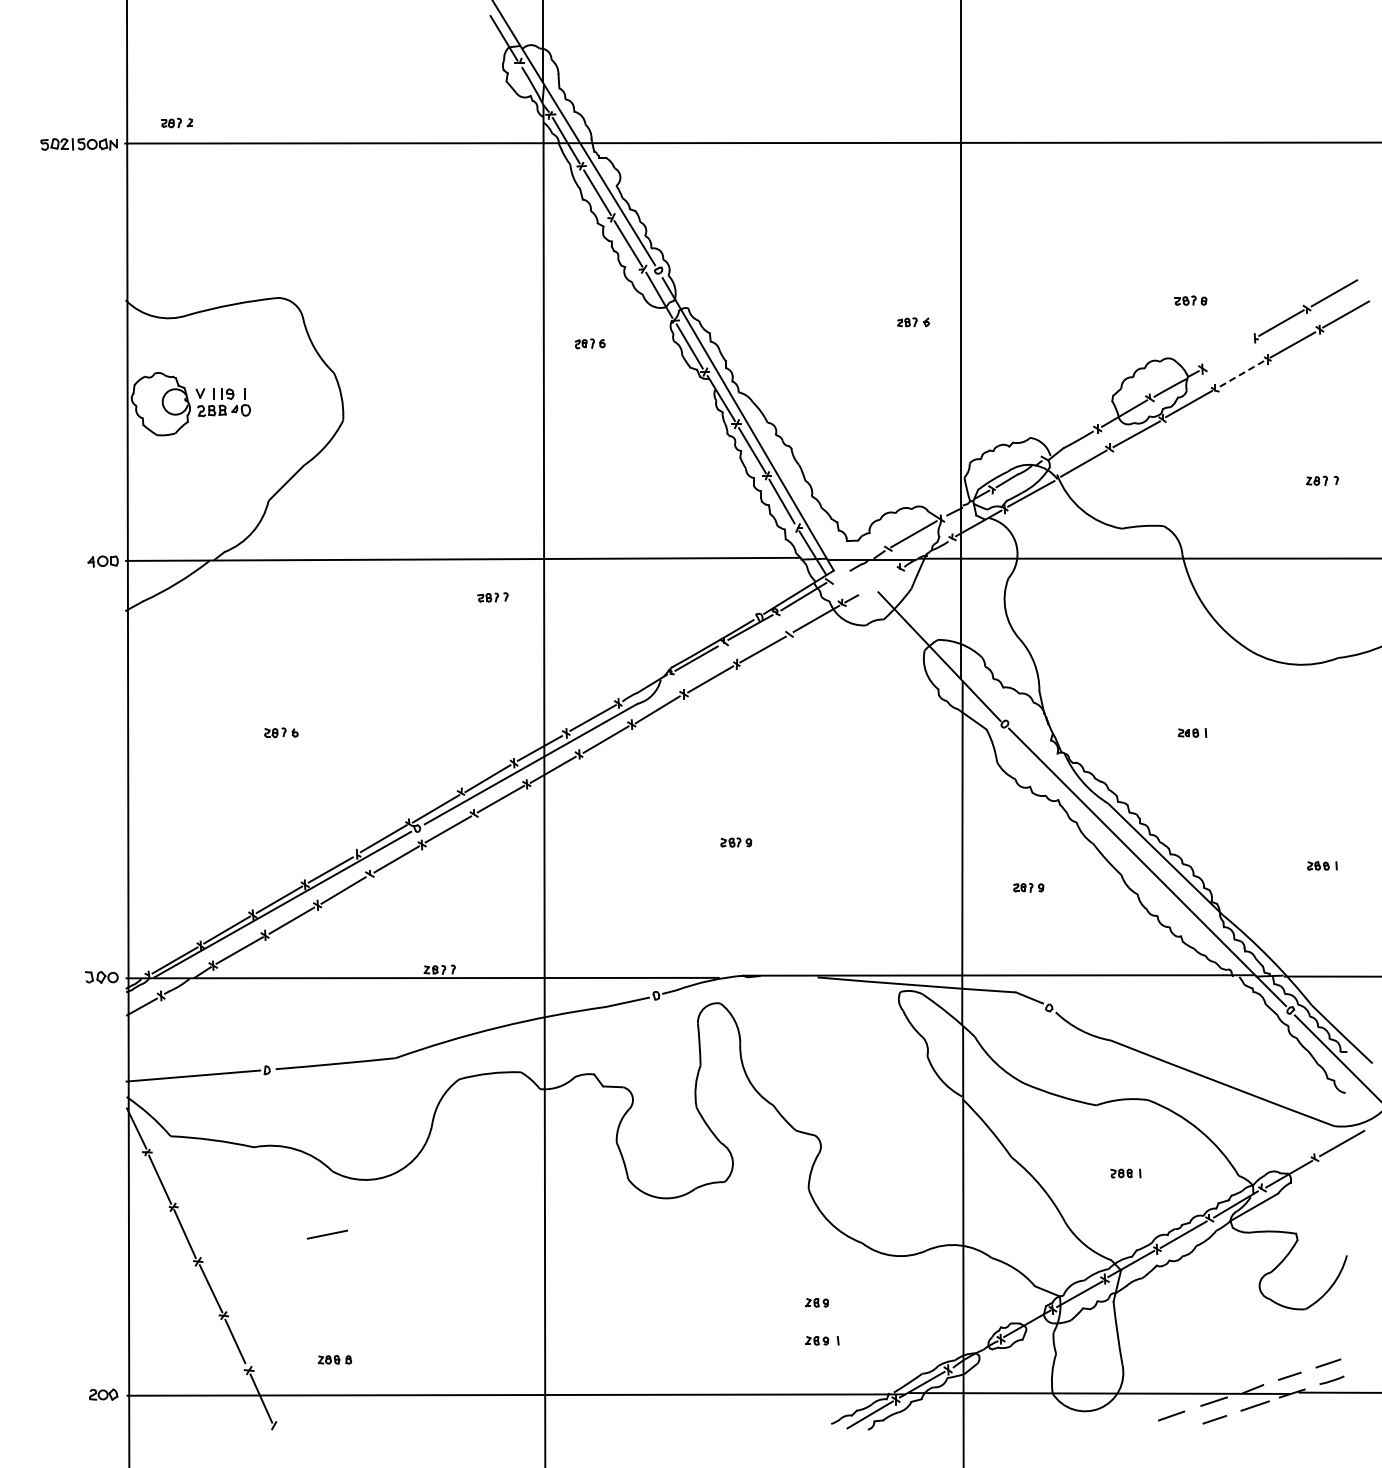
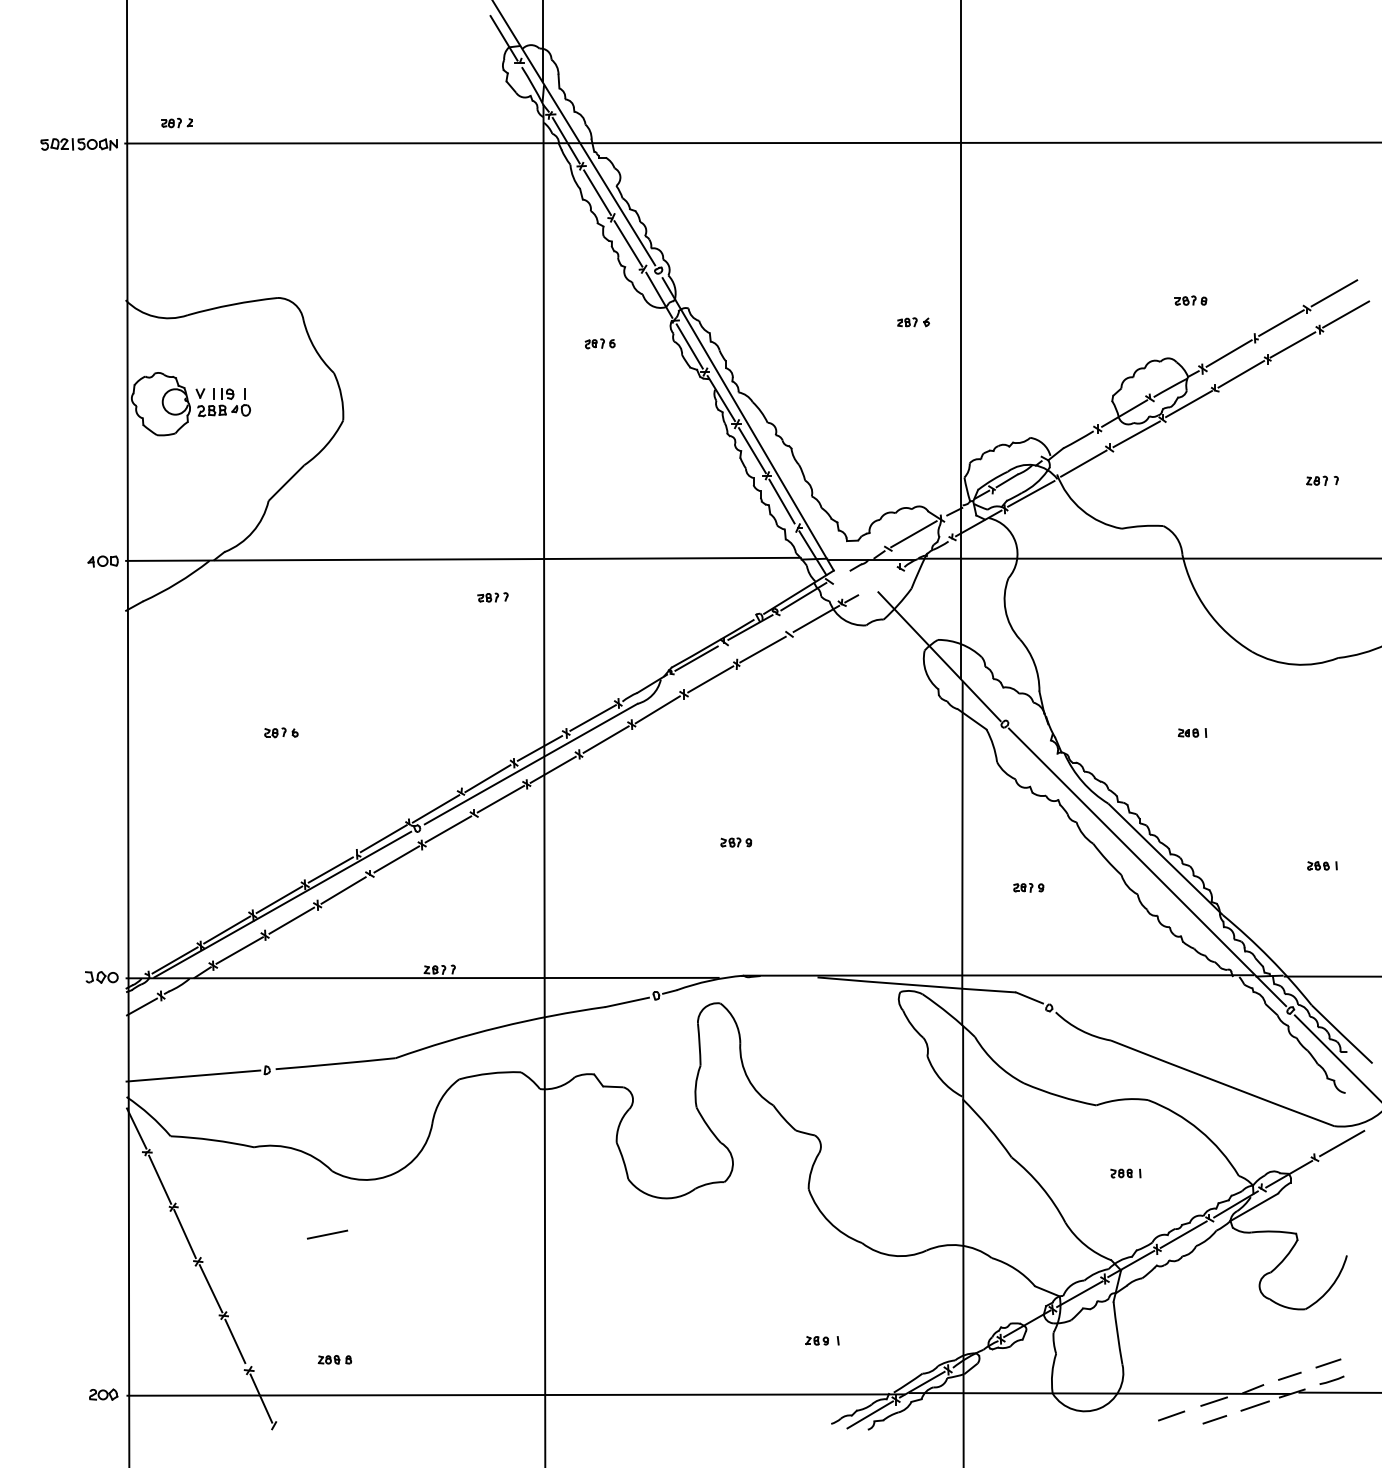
part at (589, 343) position: (589, 343) -> (599, 343)
line at (1228, 353): none -> present
line at (1240, 374): dashed -> solid
part at (816, 1302): present -> none
